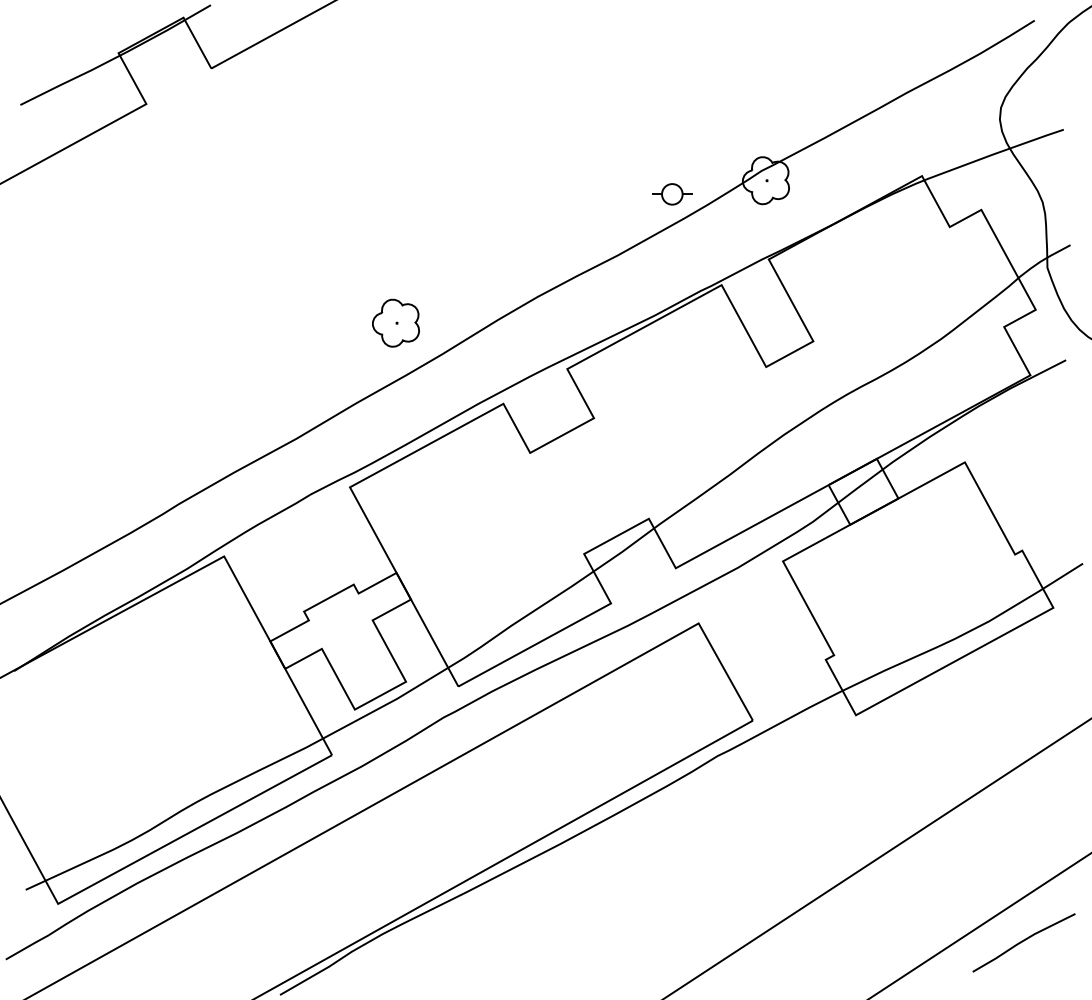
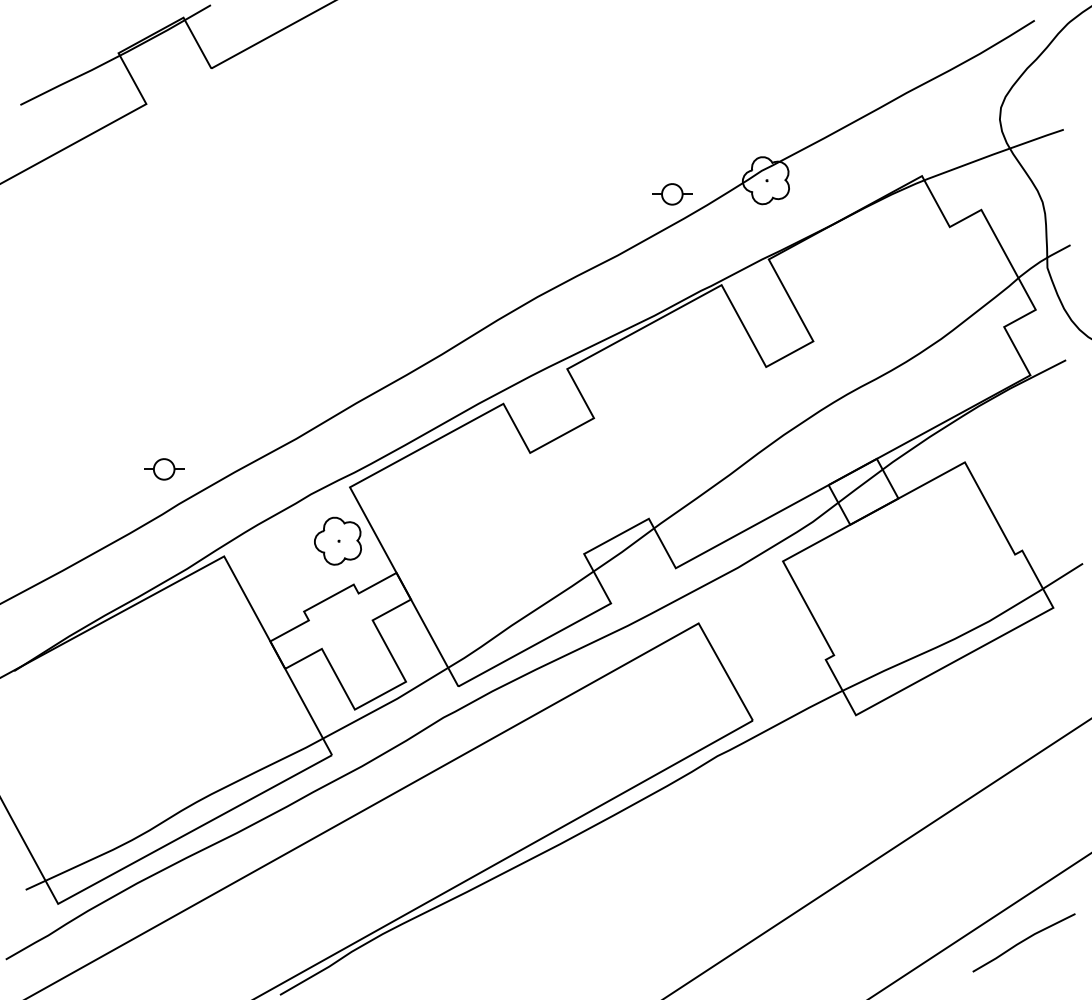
part at (395, 322) position: (395, 322) -> (337, 540)
part at (164, 469): none -> present
